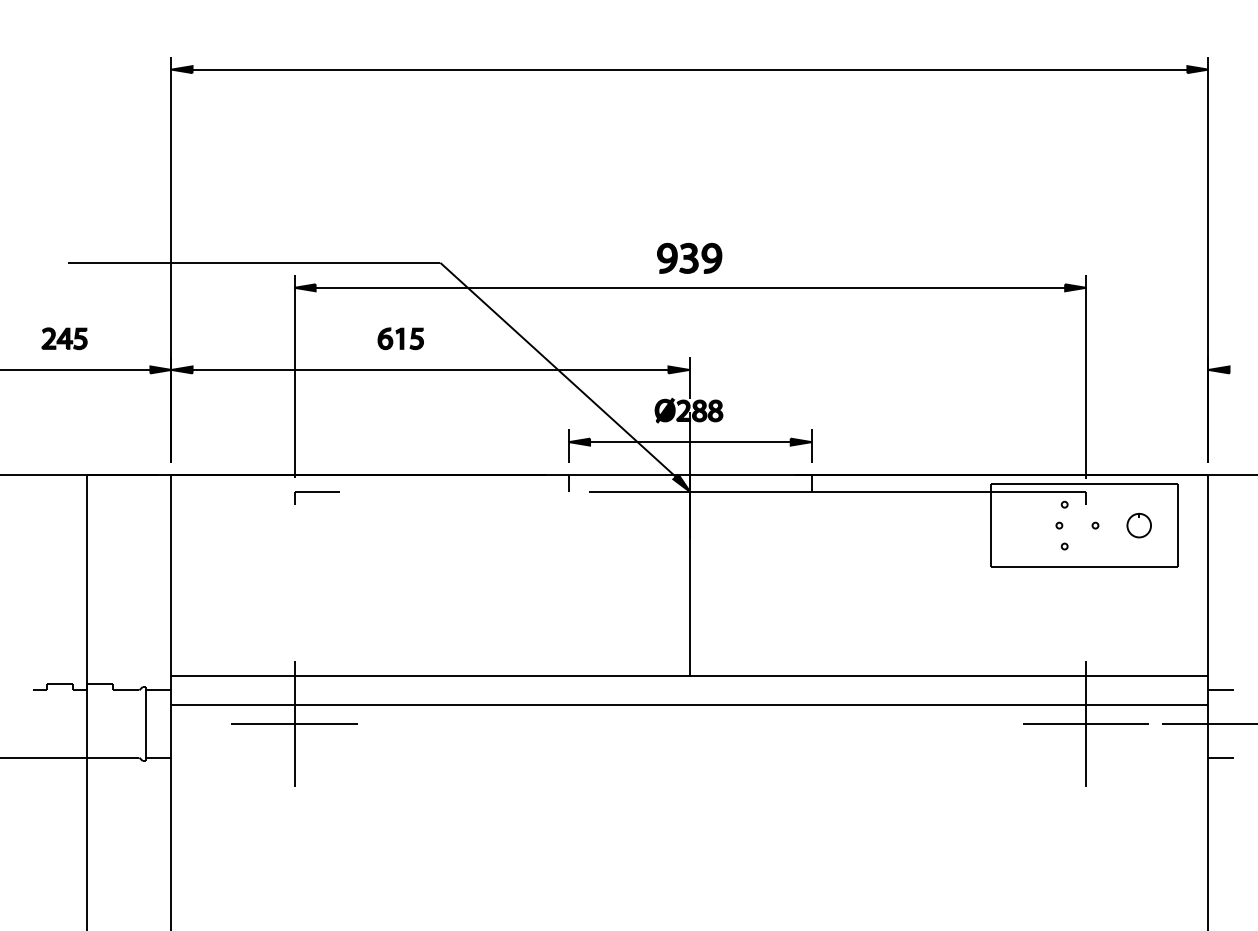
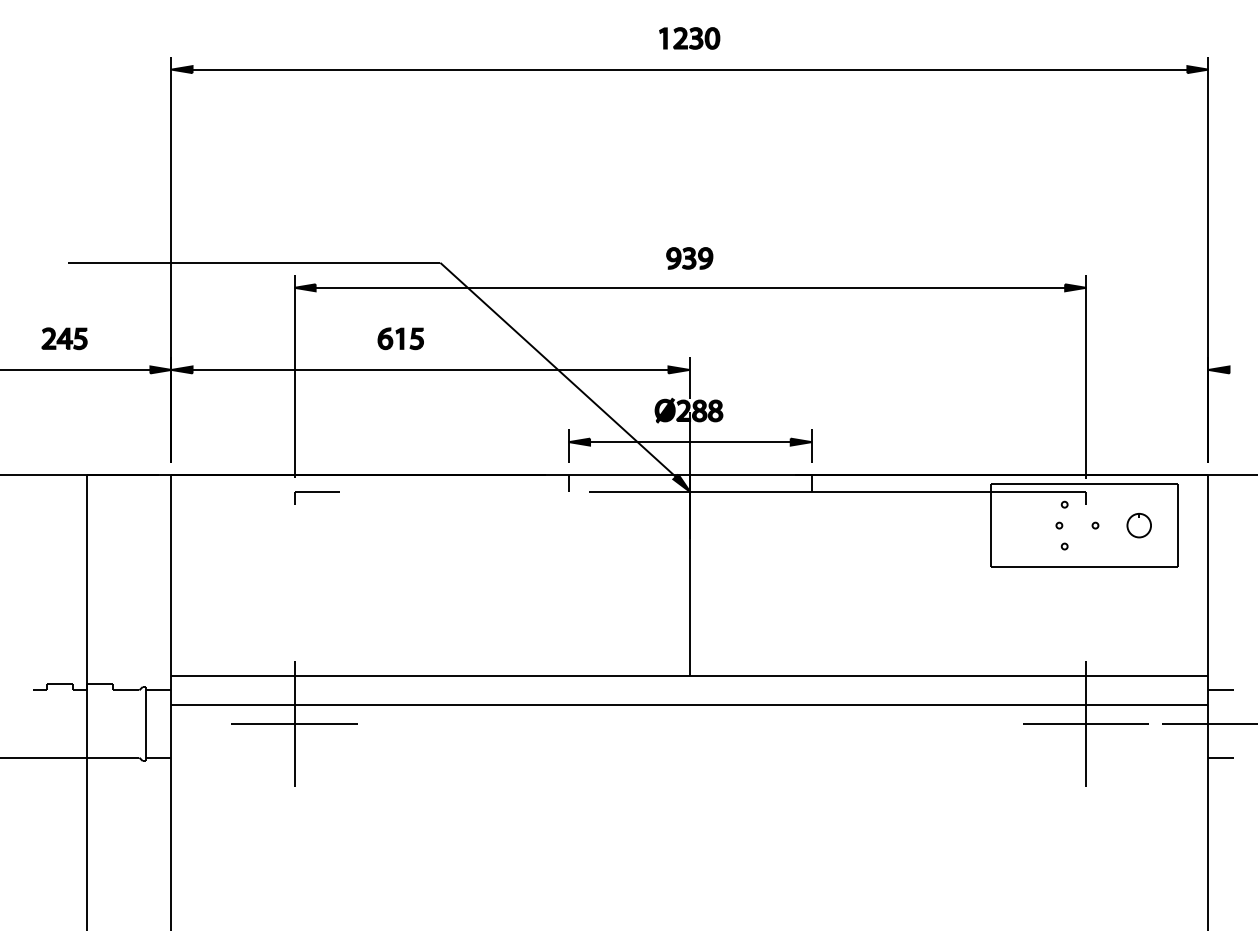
part at (689, 38): none -> present
part at (689, 257) size: 66x32 px -> 48x23 px
